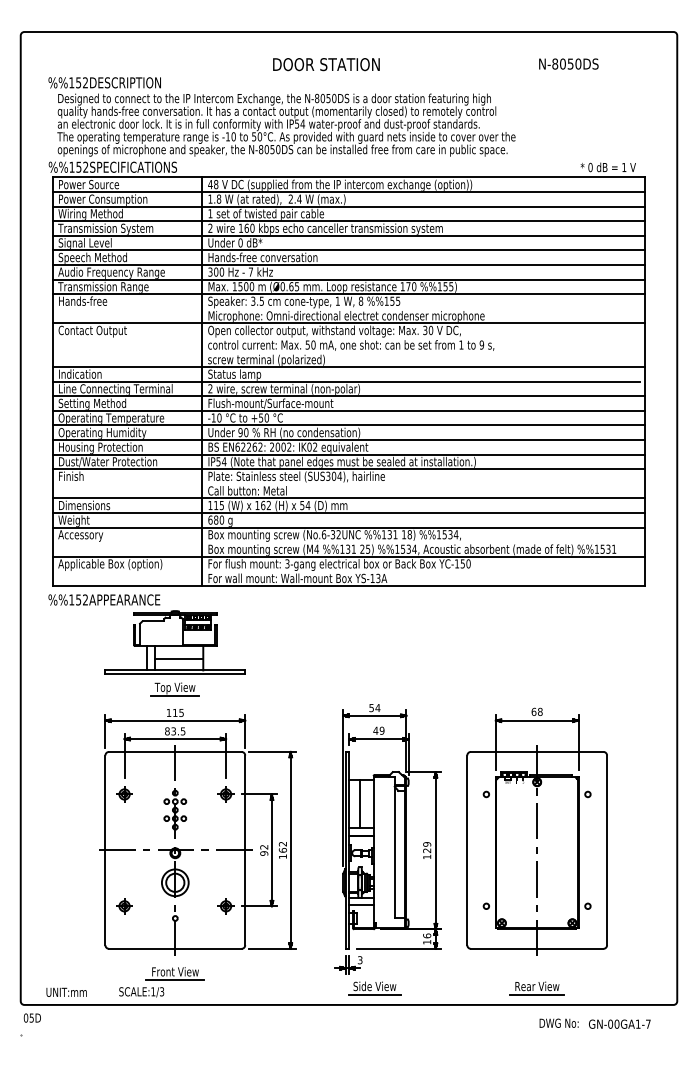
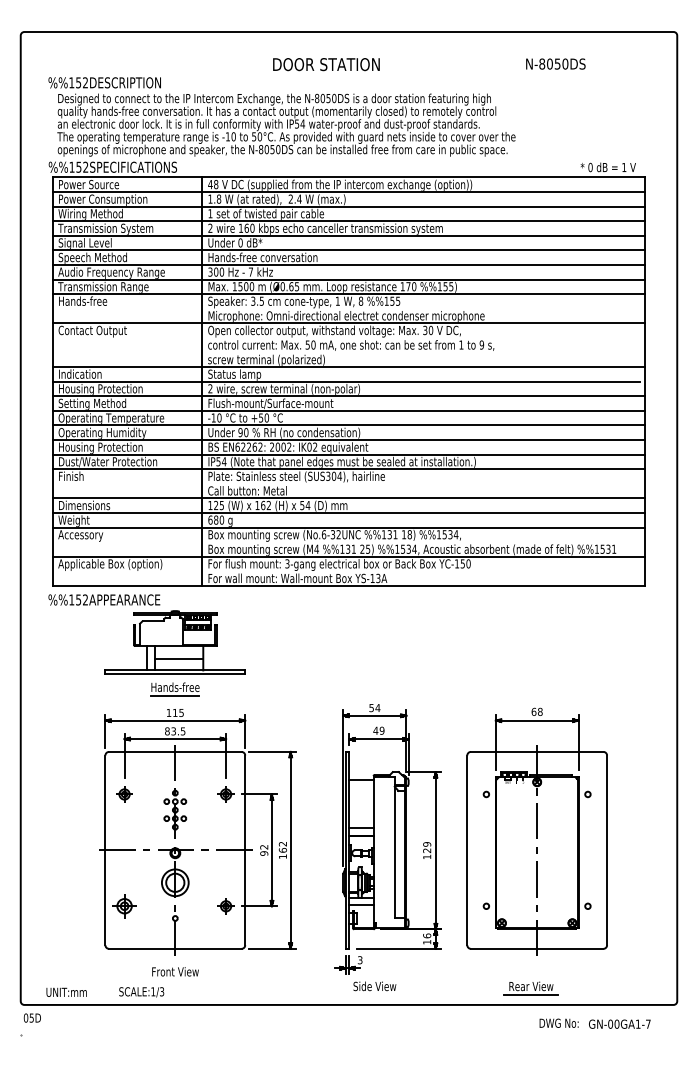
text at (568, 63) position: (568, 63) -> (555, 63)
text at (115, 389): Line Connecting Terminal -> Housing Protection
text at (216, 504): 115 -> 125
text at (175, 688): Top View -> Hands-free
line at (360, 803): present -> none
part at (124, 906) size: 17x17 px -> 25x25 px
line at (175, 980): present -> none
part at (536, 988) position: (536, 988) -> (530, 988)
line at (374, 994): present -> none
